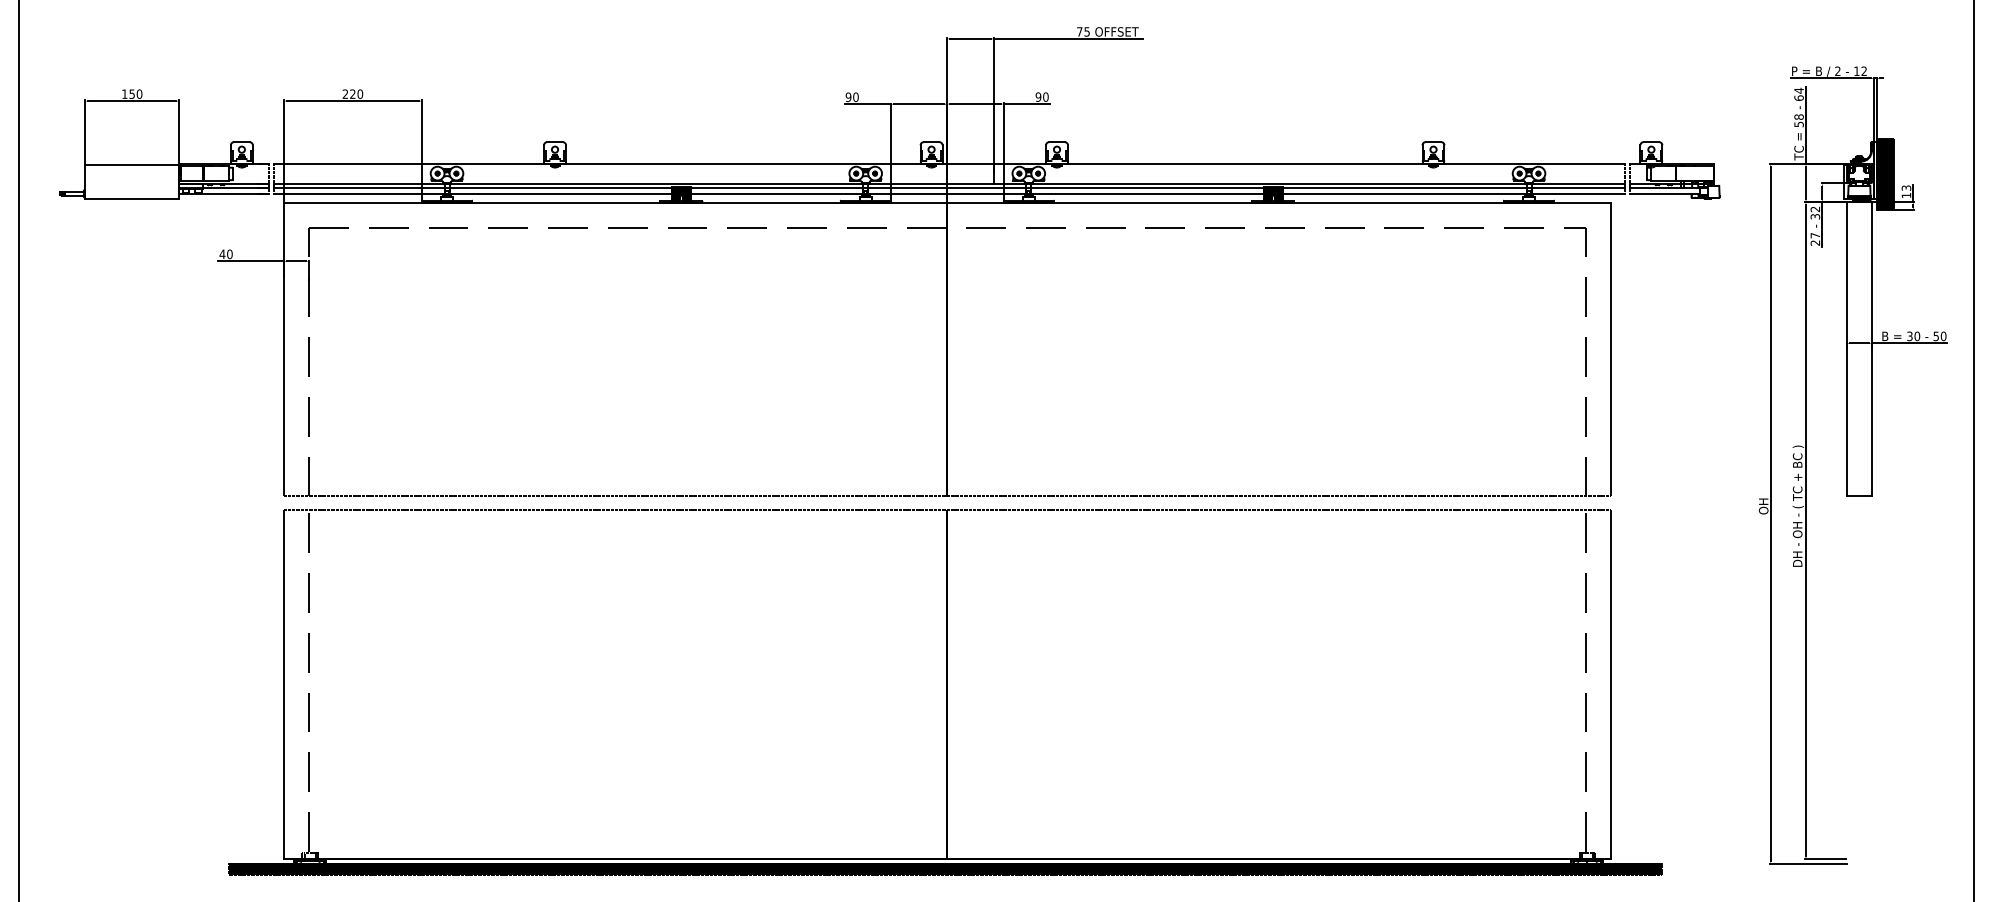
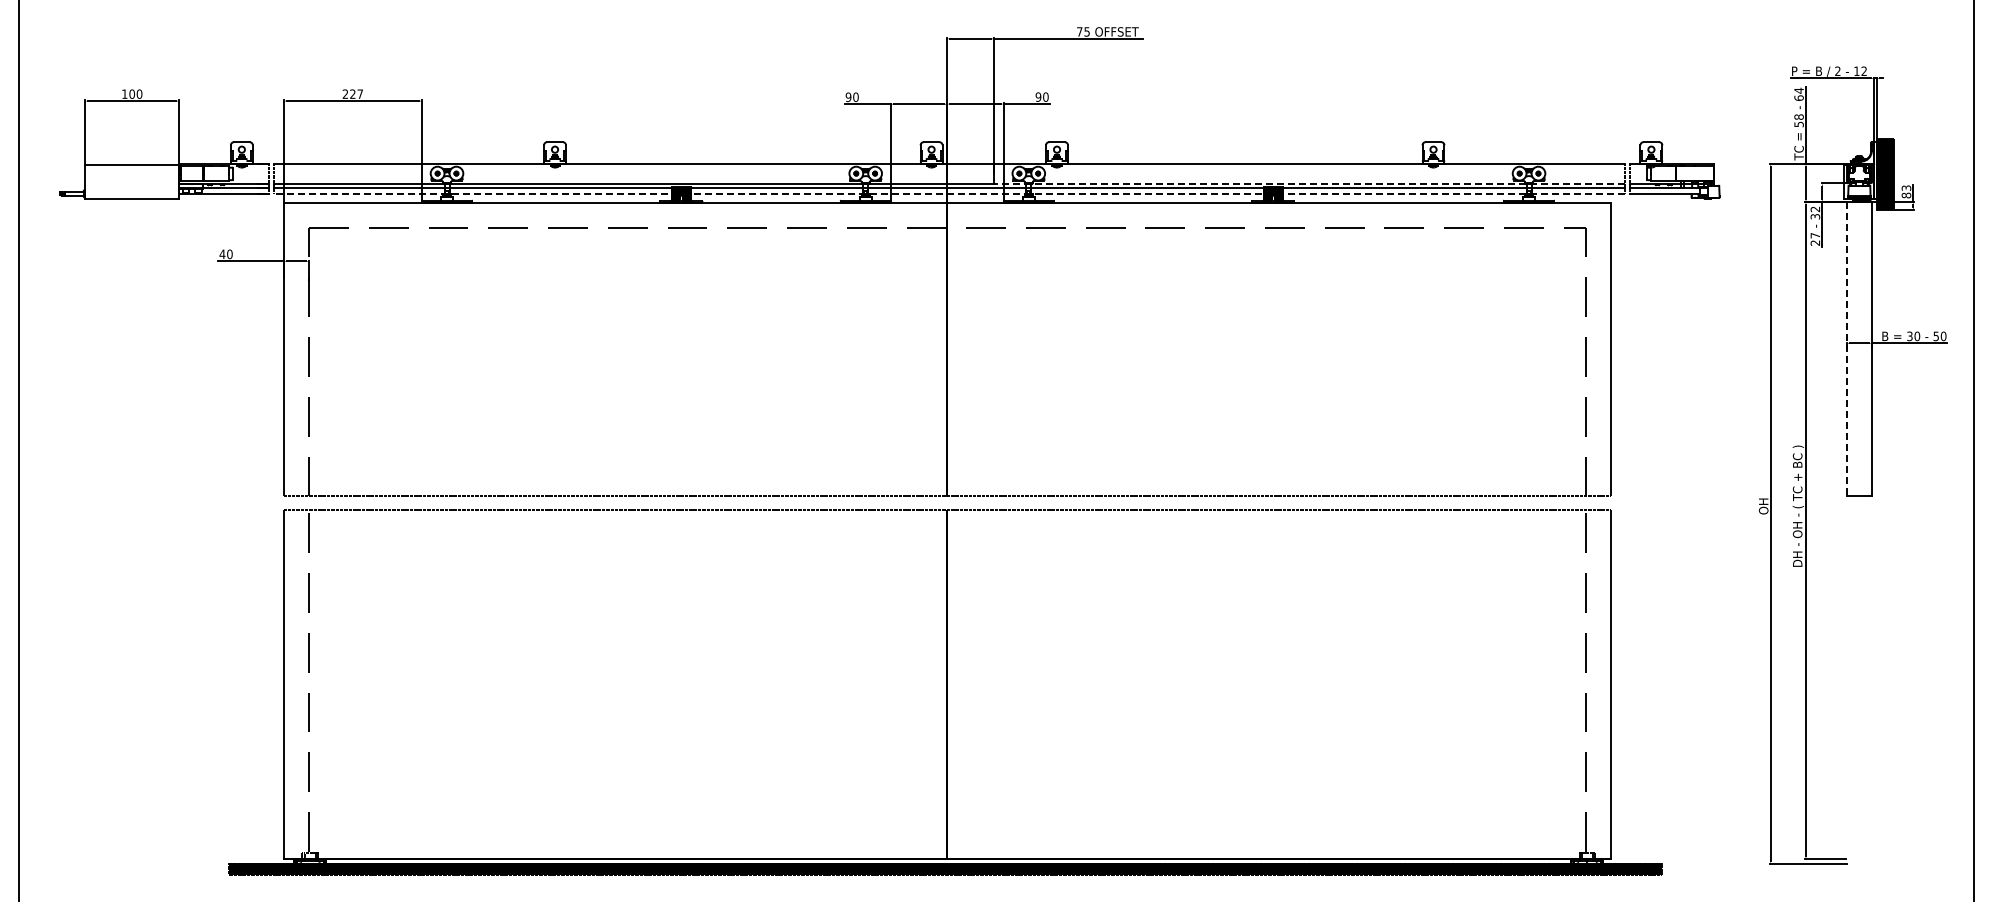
text at (132, 93): 150 -> 100
text at (360, 93): 220 -> 227
line at (1309, 183): solid -> dashed
line at (949, 194): solid -> dashed
text at (1906, 195): 13 -> 83
line at (1846, 349): solid -> dashed
